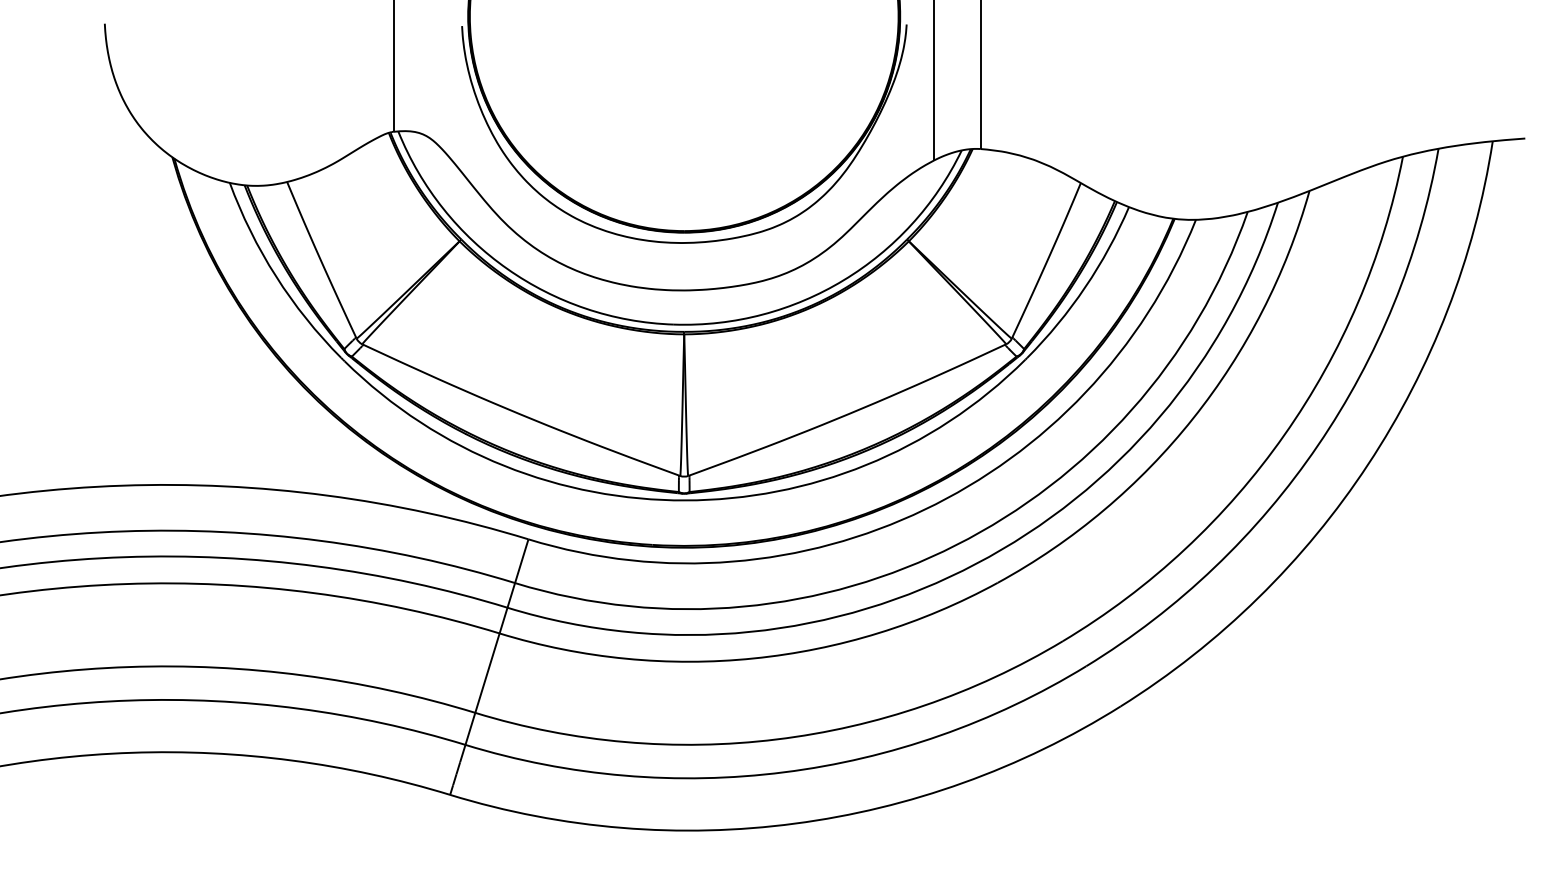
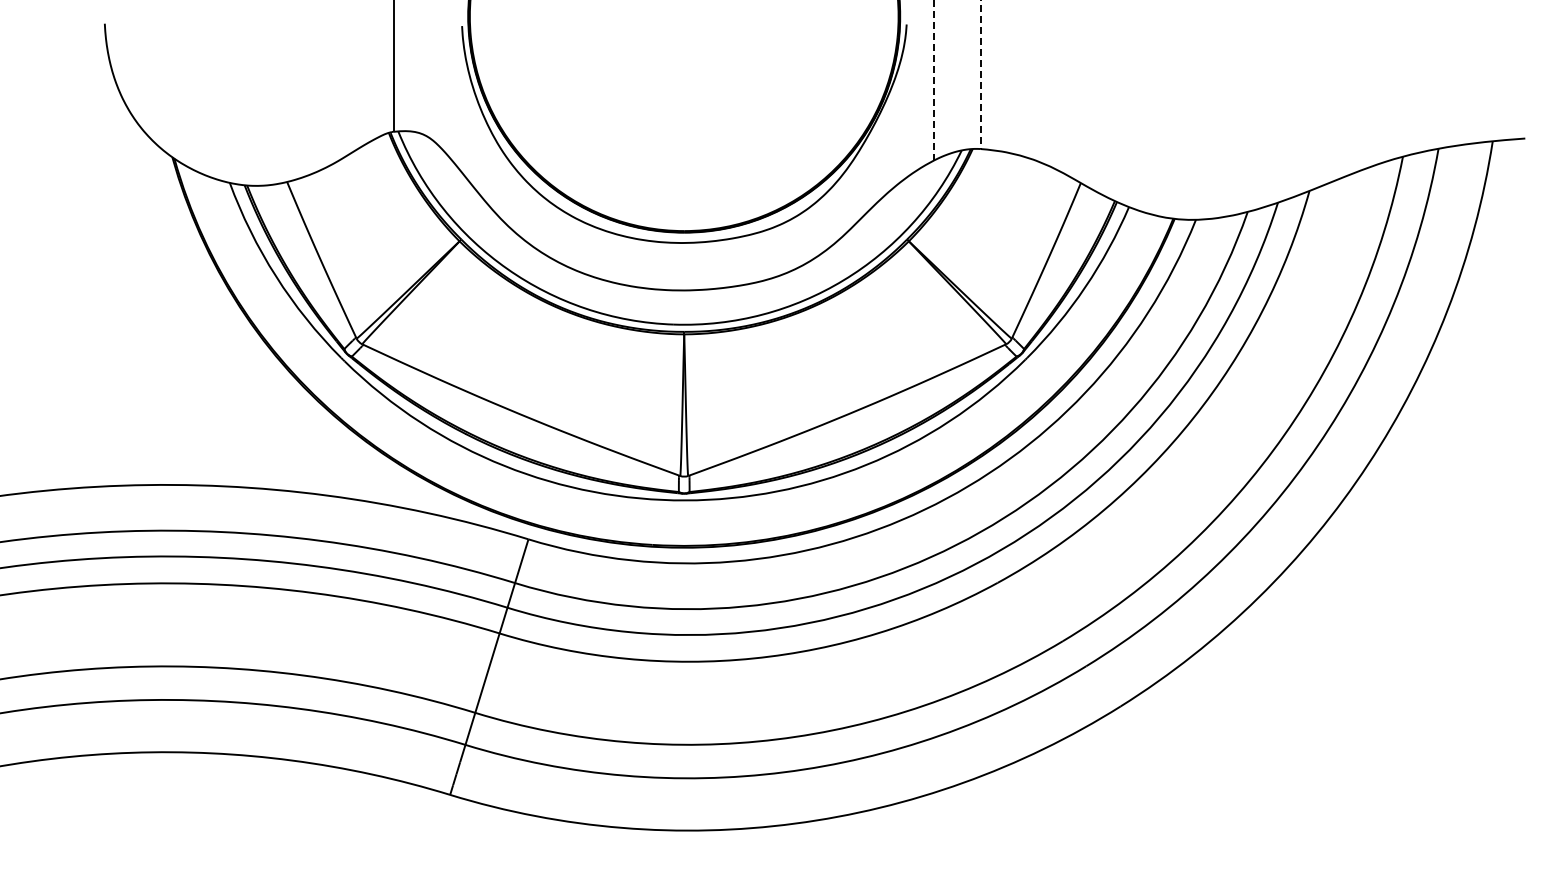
line at (980, 75): solid -> dashed
line at (933, 80): solid -> dashed
